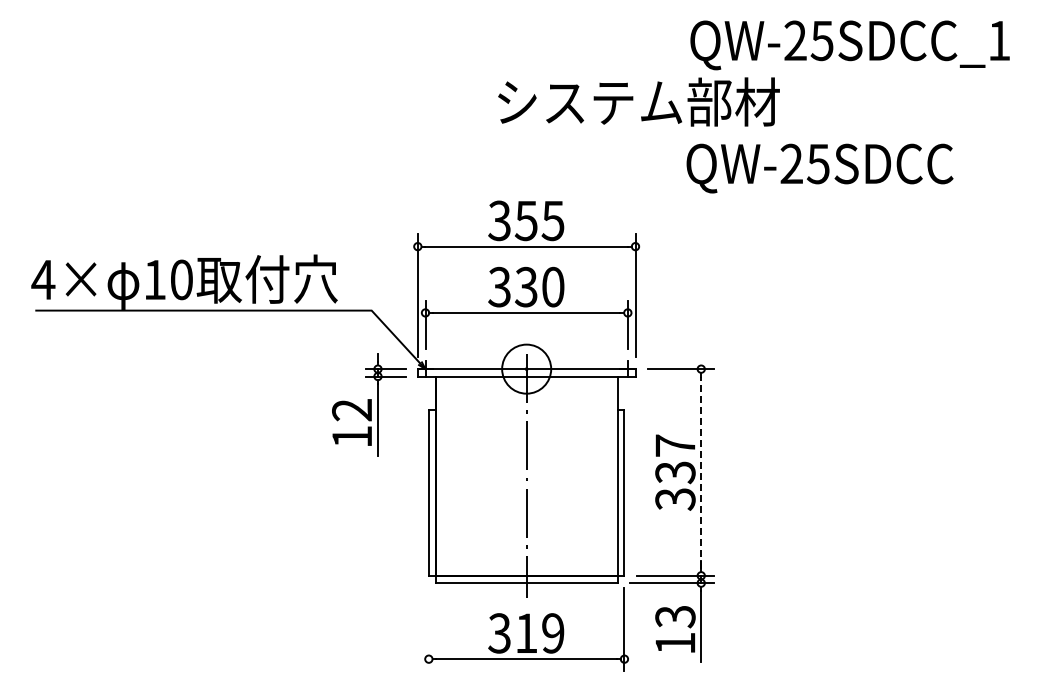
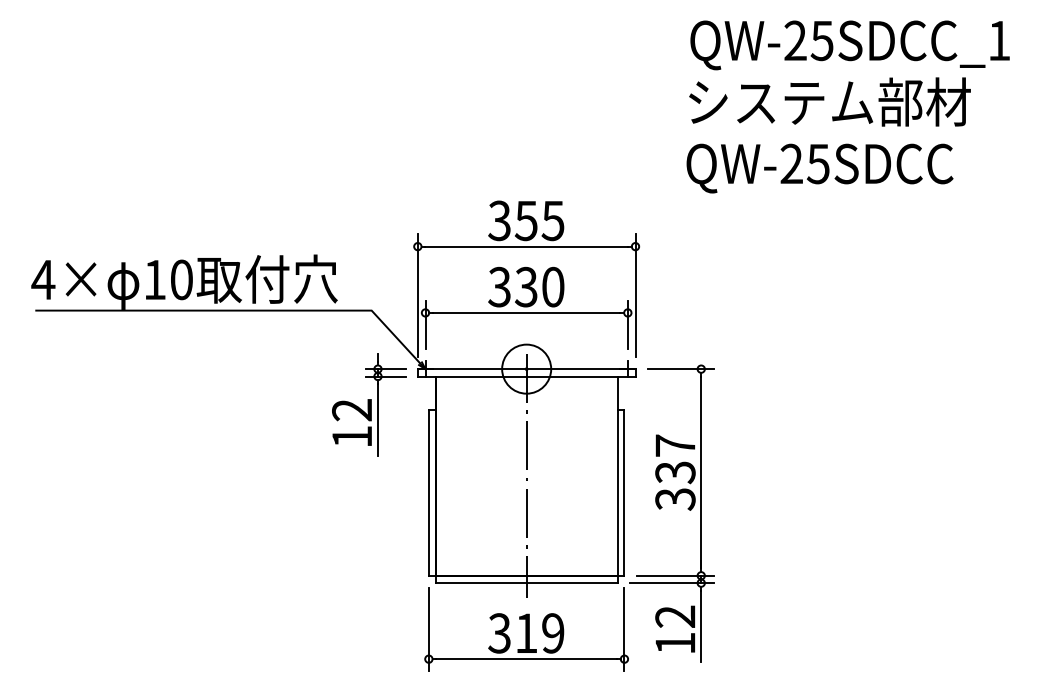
text at (638, 101) position: (638, 101) -> (829, 101)
line at (701, 472): dashed -> solid
text at (675, 616): 13 -> 12
line at (428, 629): none -> present
